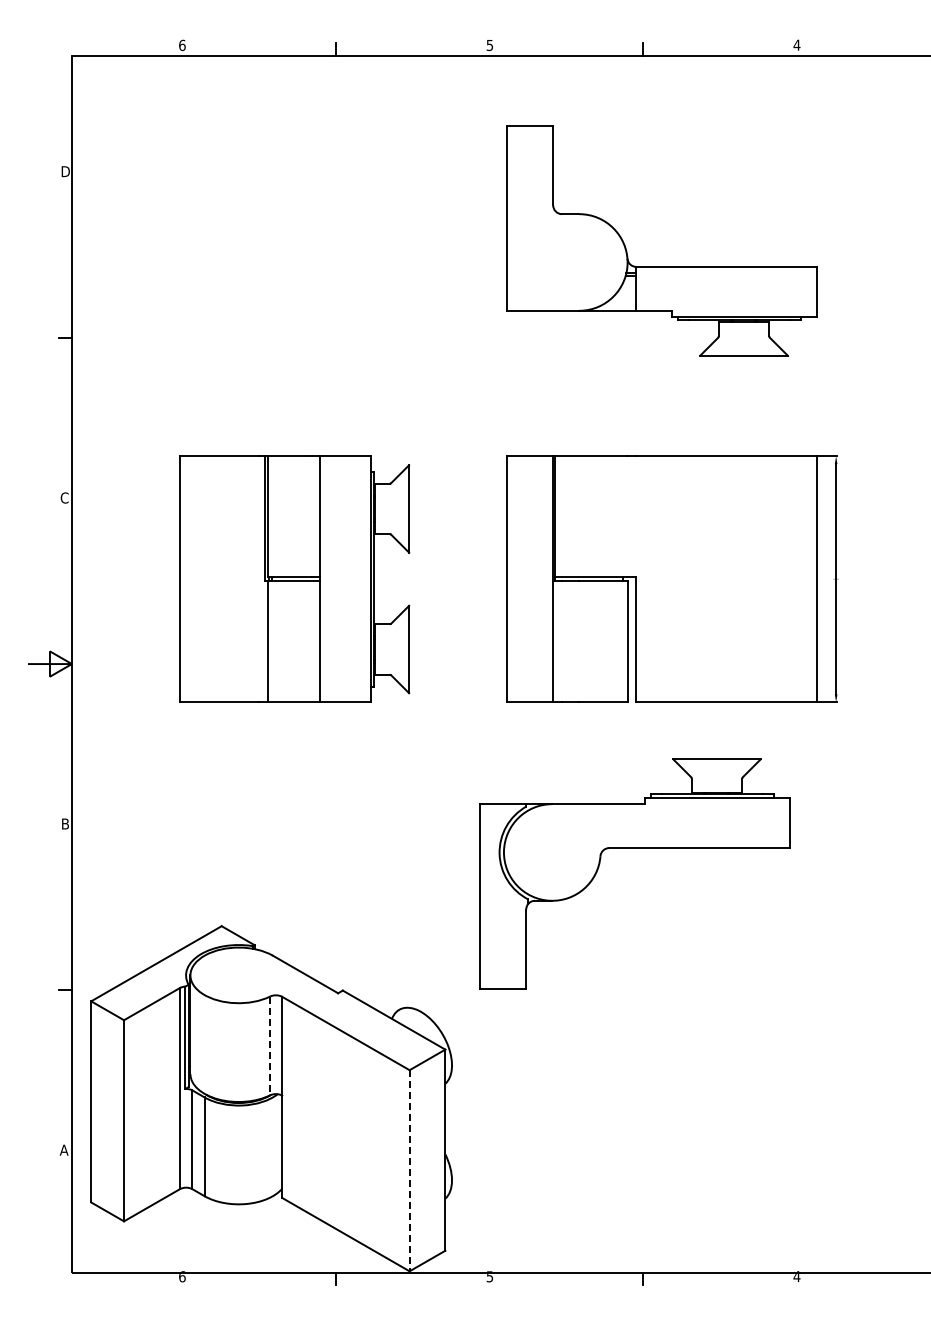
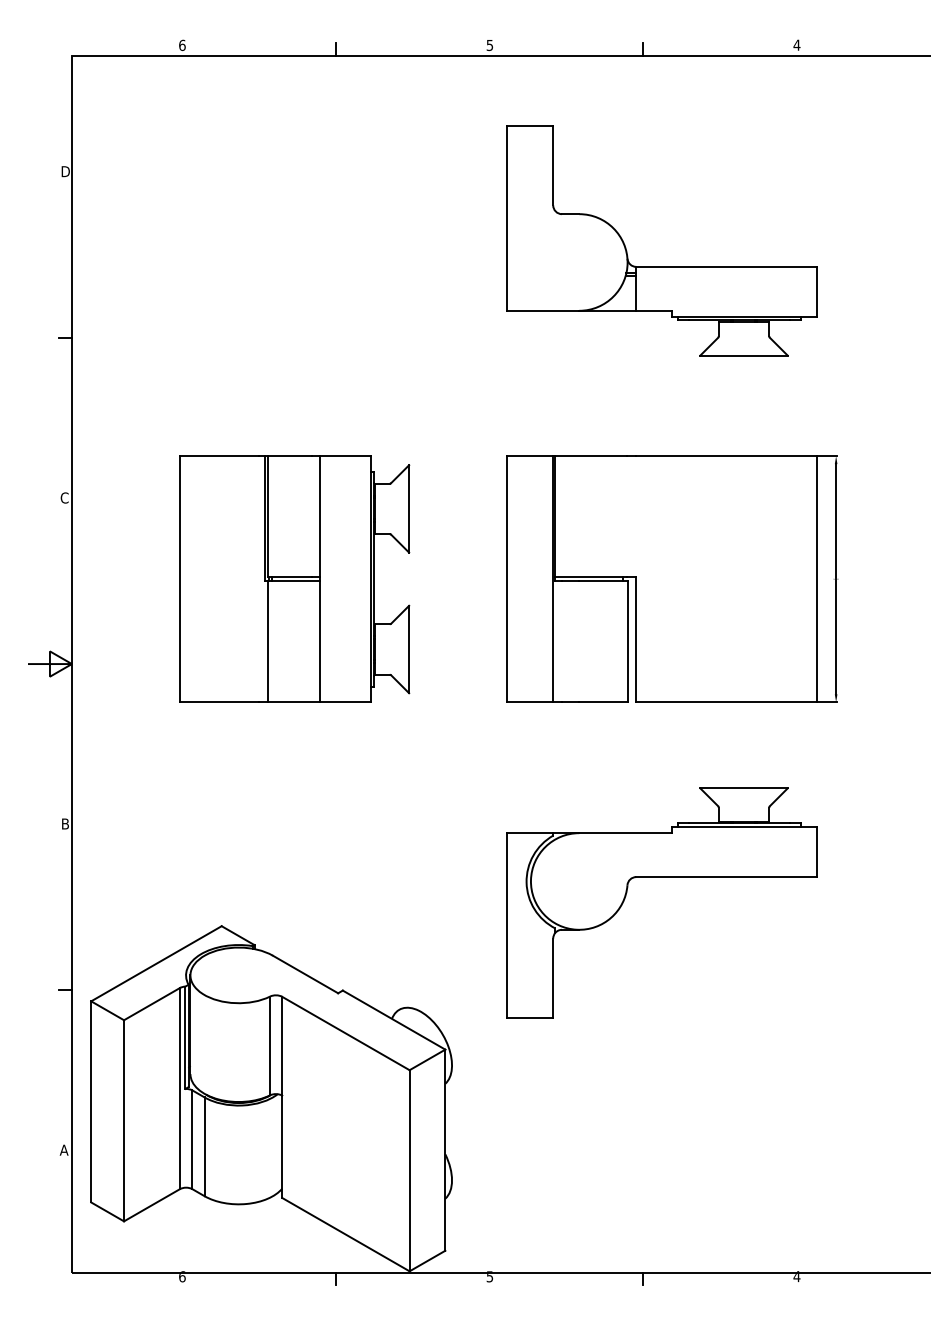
part at (634, 848) position: (634, 848) -> (661, 877)
line at (270, 1046): dashed -> solid
line at (409, 1170): dashed -> solid
